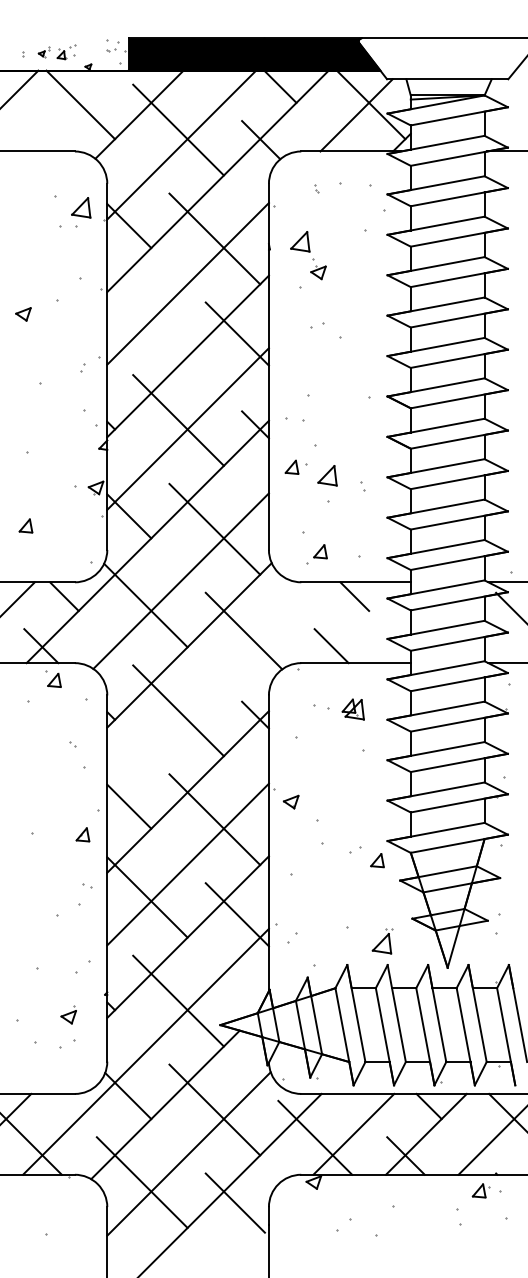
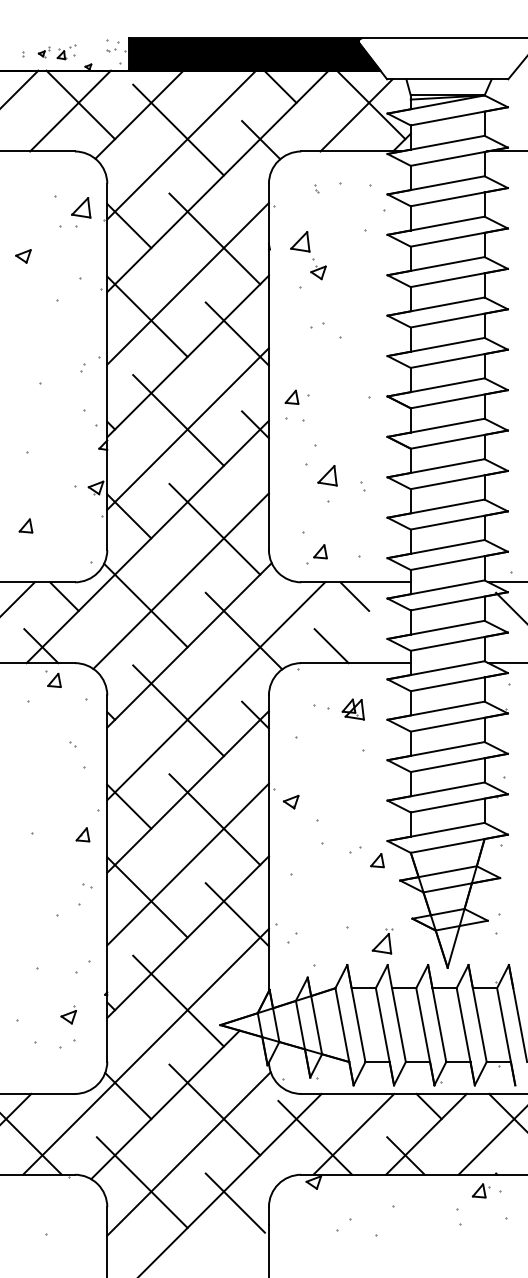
line at (70, 110): none -> present
part at (23, 314) position: (23, 314) -> (23, 256)
line at (147, 316): none -> present
part at (291, 466) position: (291, 466) -> (291, 396)
line at (216, 691): none -> present
